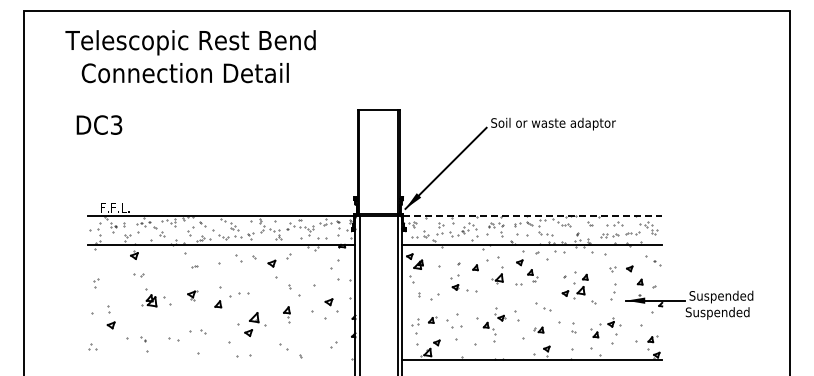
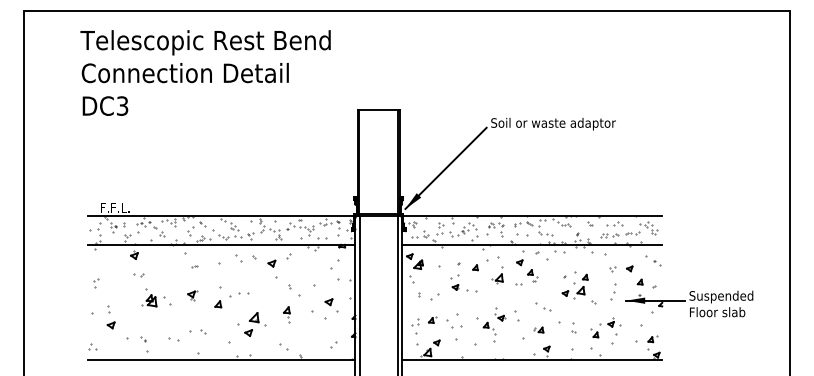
text at (190, 42) position: (190, 42) -> (205, 42)
text at (99, 124) position: (99, 124) -> (105, 105)
line at (532, 216): dashed -> solid
text at (717, 313): Suspended -> Floor slab
line at (221, 359): none -> present
